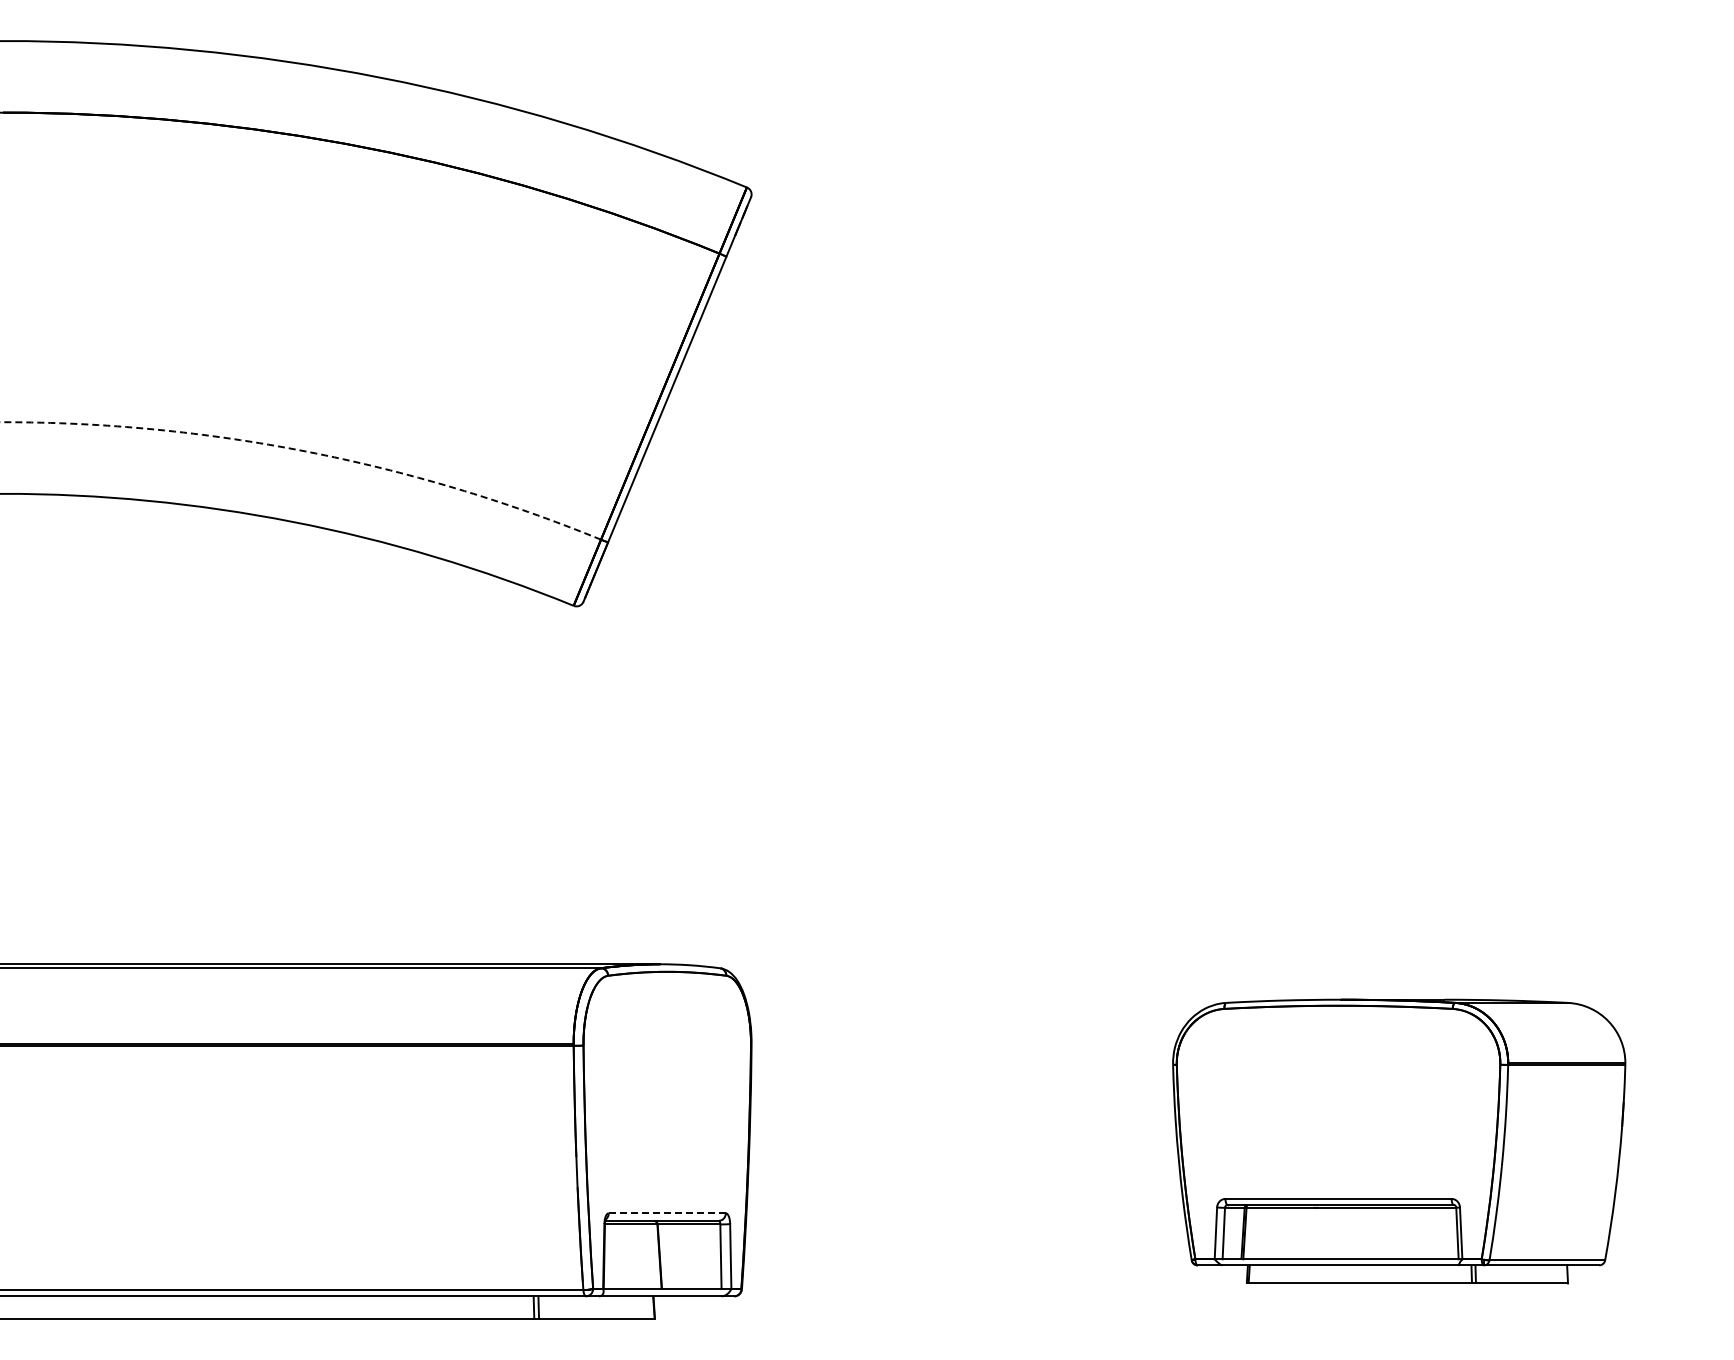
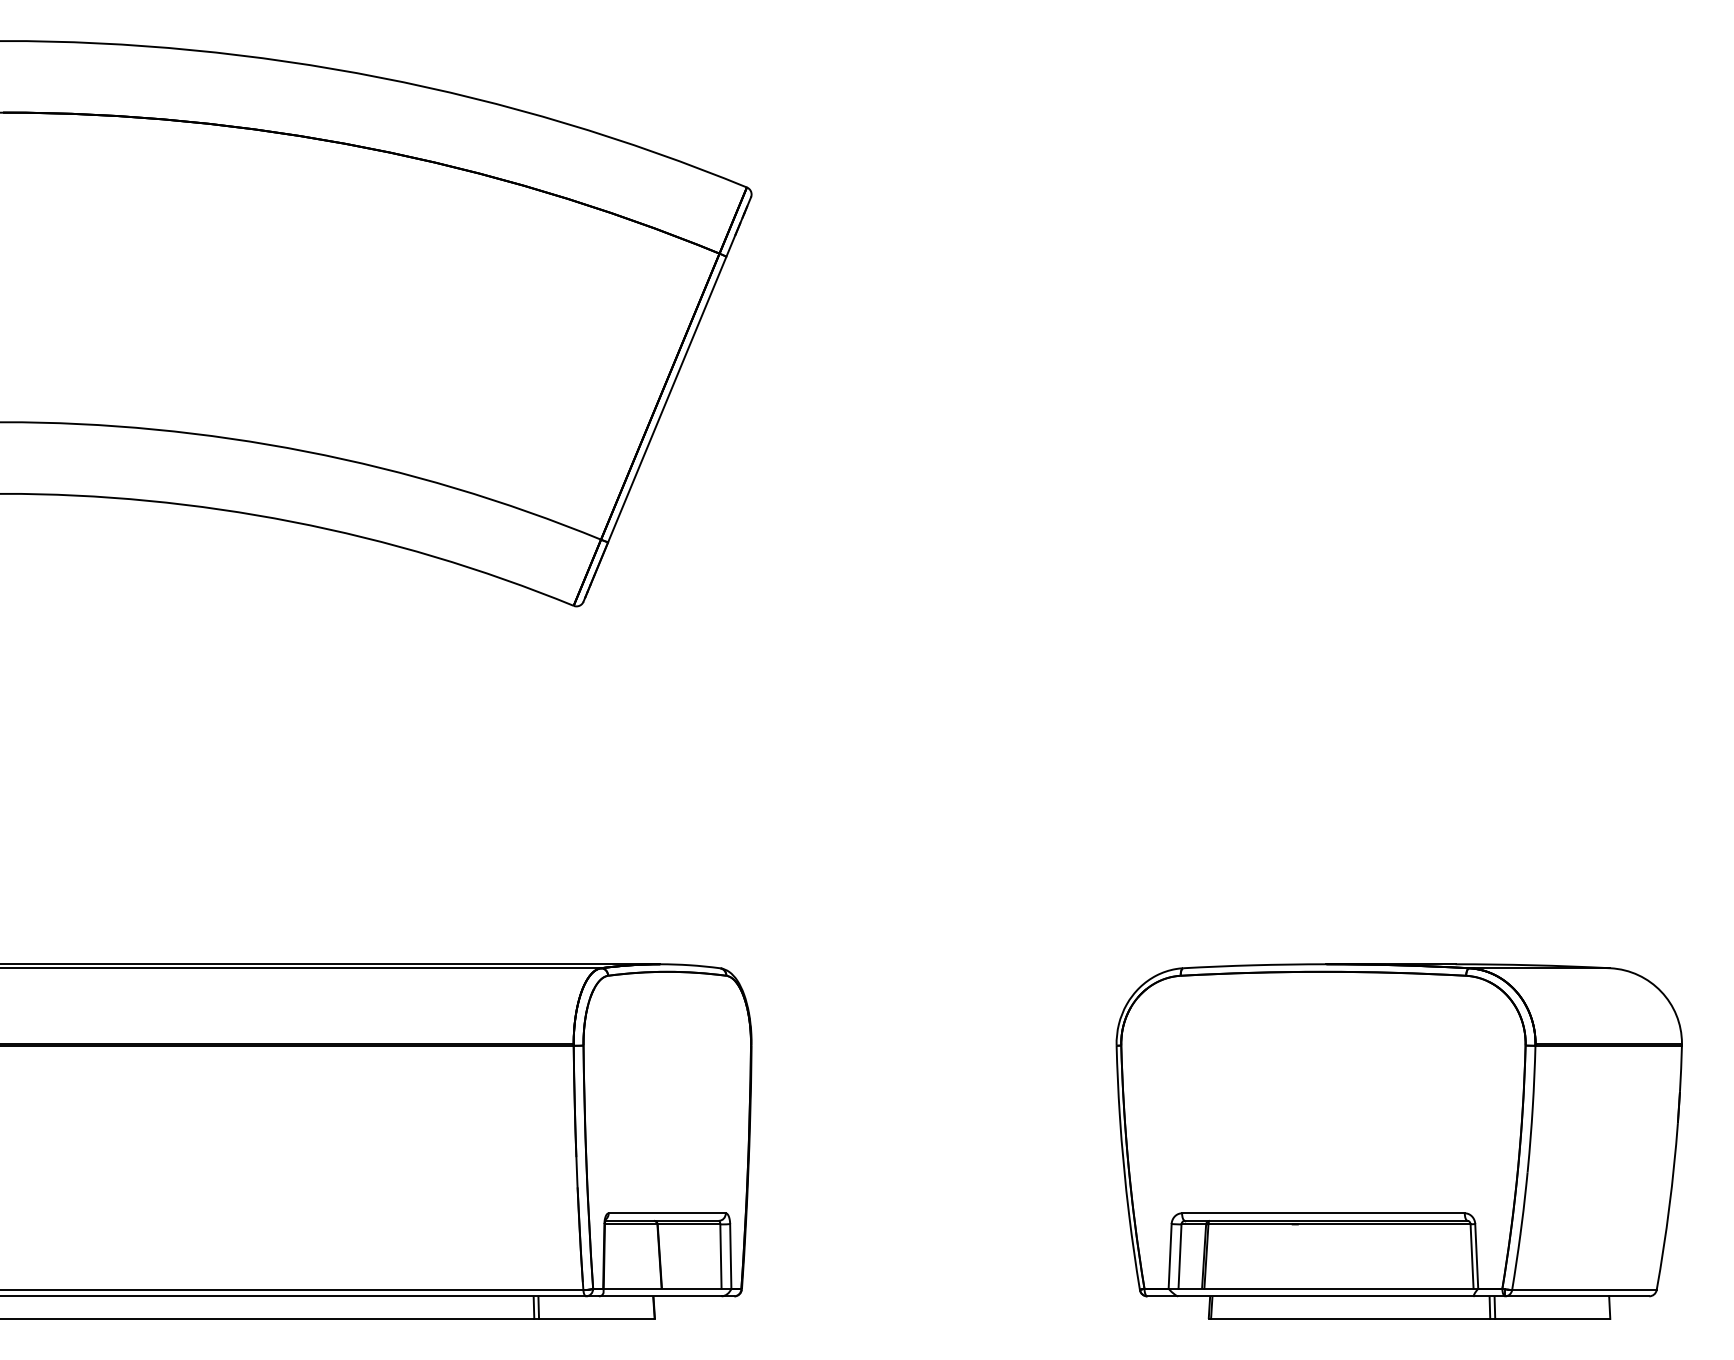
arc at (304, 451): dashed -> solid
part at (1399, 1141) size: 455x287 px -> 568x357 px
line at (667, 1213): dashed -> solid
